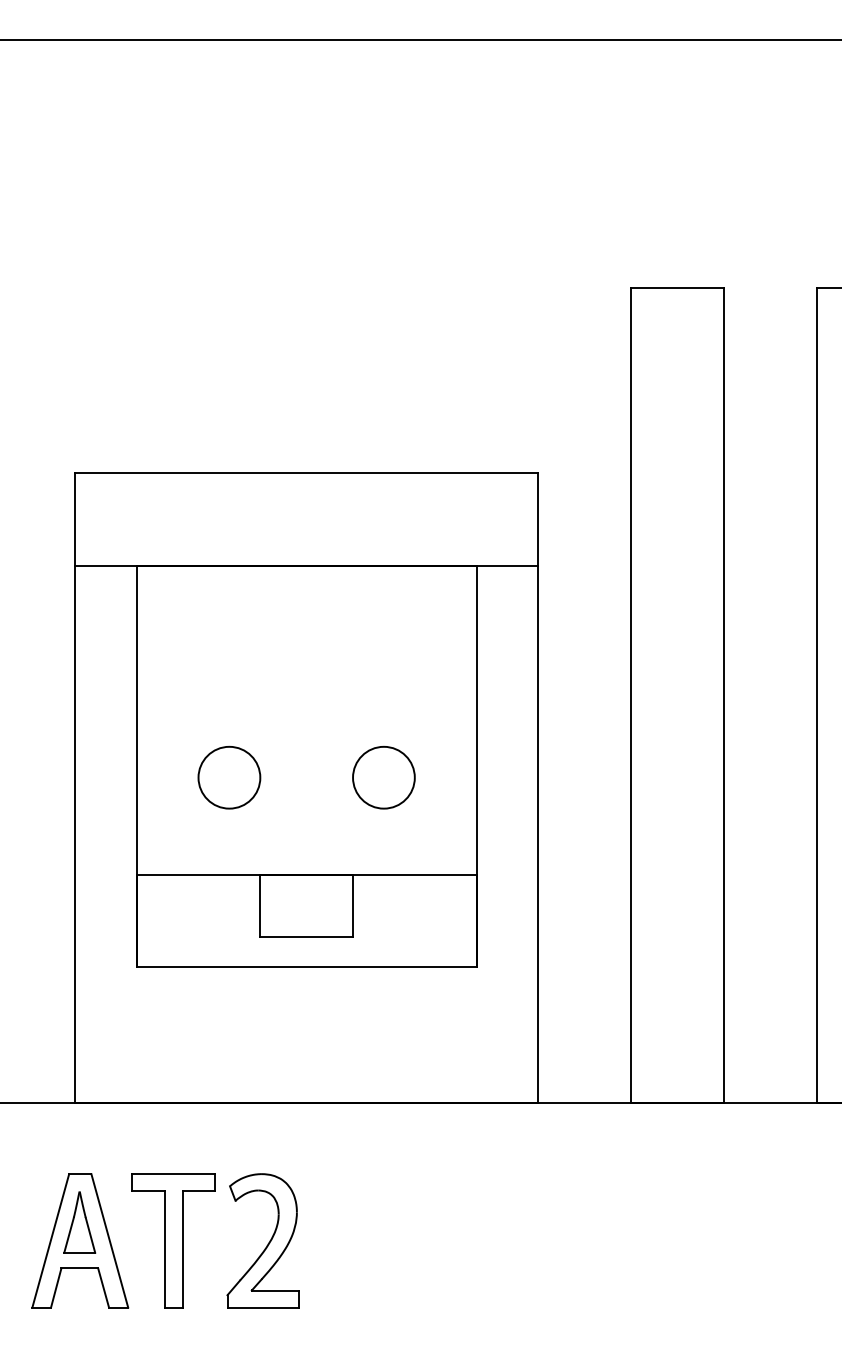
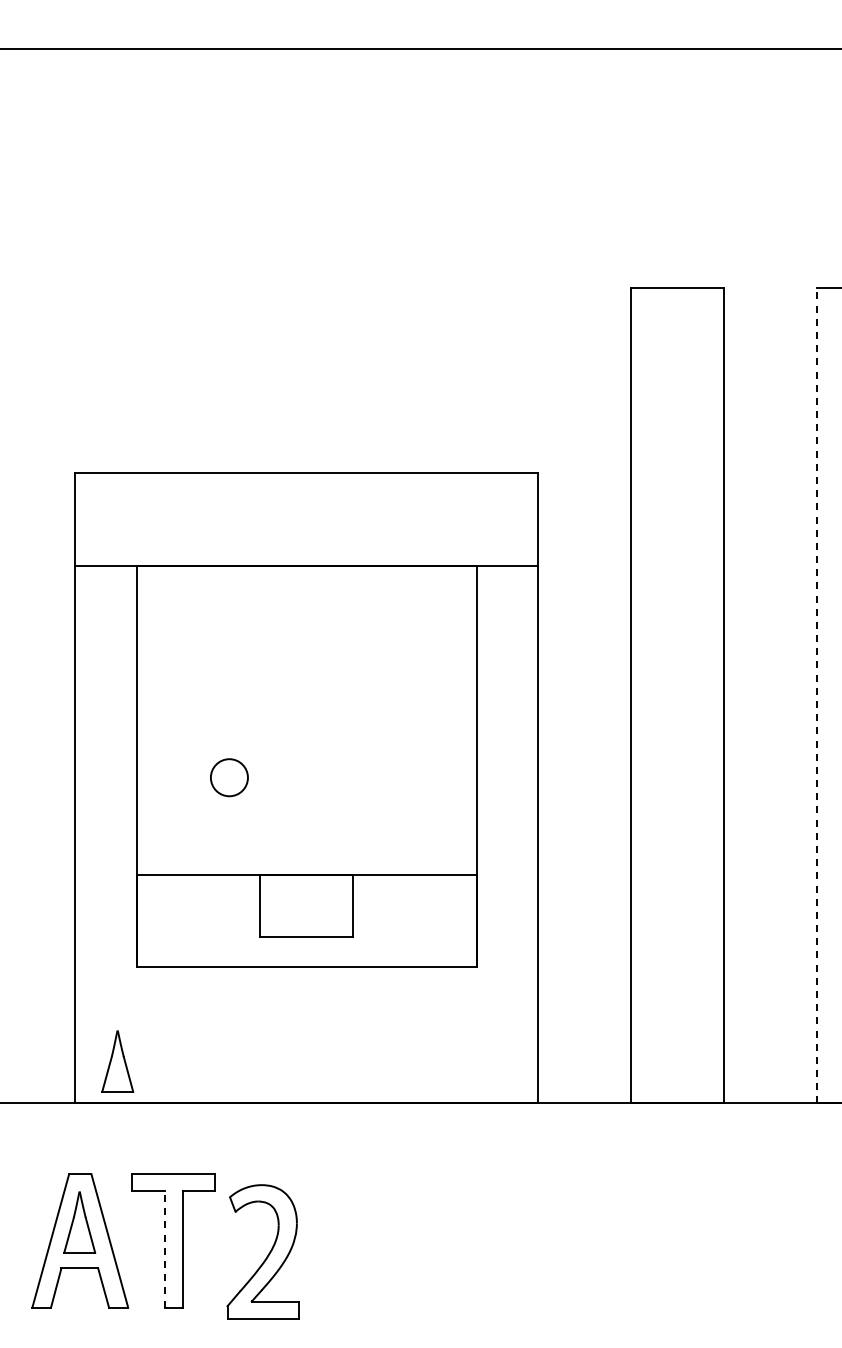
line at (420, 40) position: (420, 40) -> (420, 49)
line at (816, 695): solid -> dashed
circle at (229, 777) diameter: 62 px -> 37 px
circle at (383, 777): present -> none
part at (117, 1061): none -> present
part at (268, 1242) position: (268, 1242) -> (268, 1253)
line at (164, 1248): solid -> dashed
